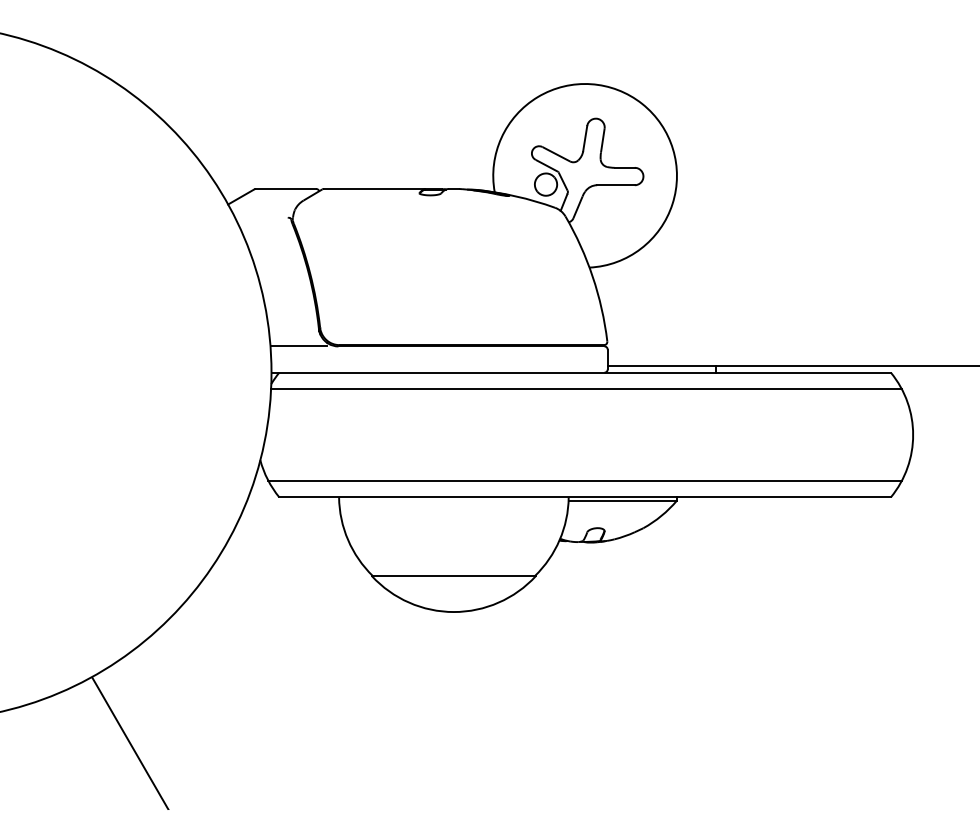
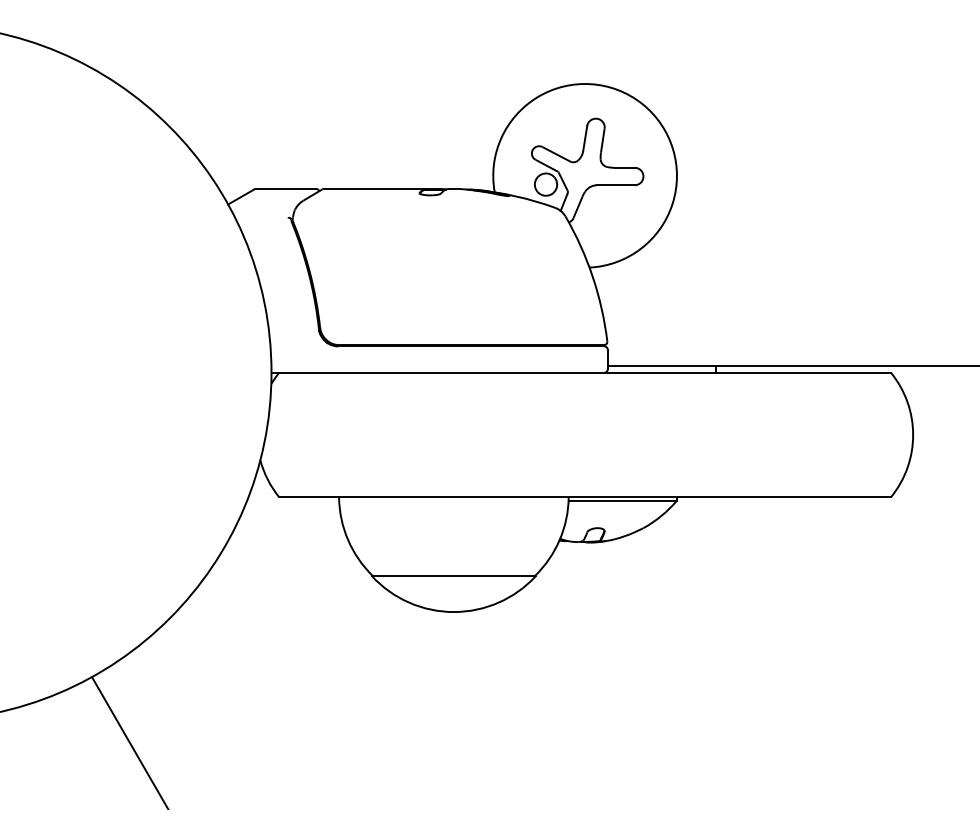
line at (298, 346): present -> none
line at (586, 389): present -> none
line at (584, 480): present -> none
